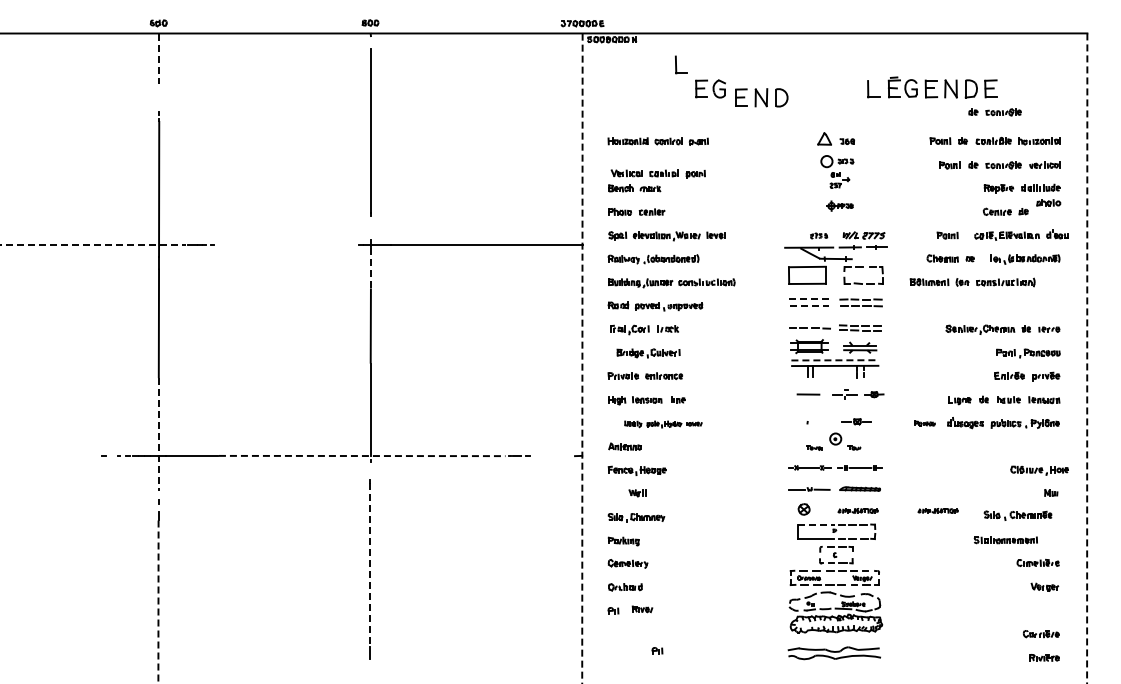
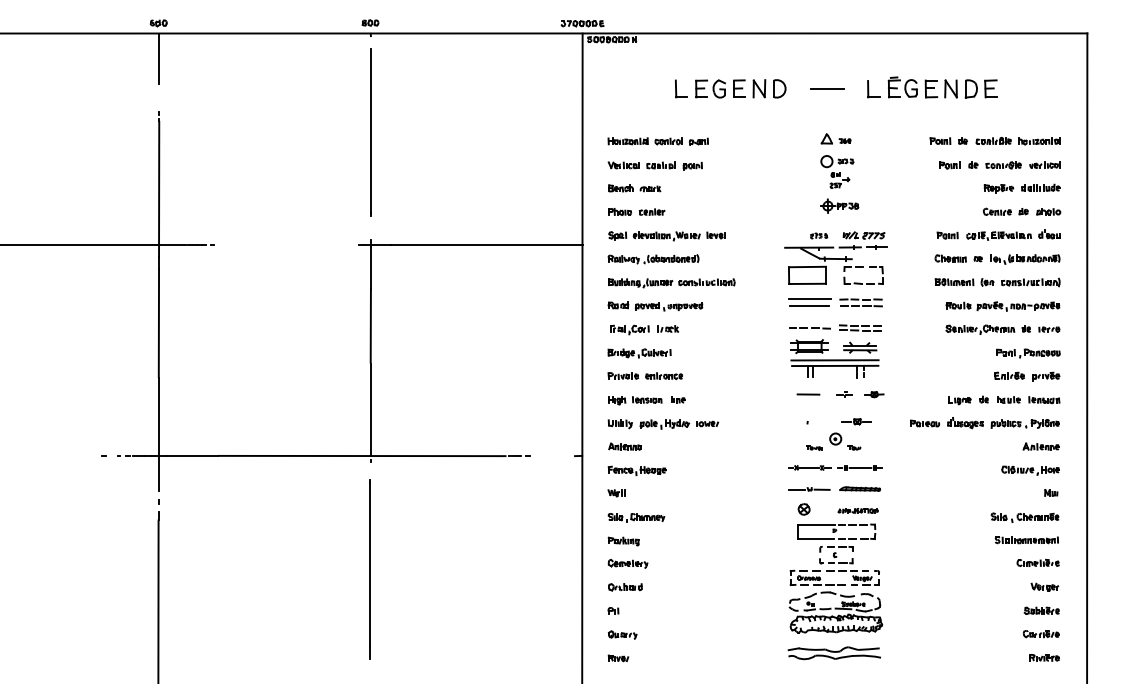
line at (159, 59): dashed -> solid
part at (681, 64) position: (681, 64) -> (681, 88)
line at (826, 88): none -> present
part at (761, 97) position: (761, 97) -> (759, 88)
part at (994, 112): present -> none
part at (835, 138) size: 38x14 px -> 32x12 px
part at (657, 173) position: (657, 173) -> (654, 165)
part at (1048, 202) position: (1048, 202) -> (1048, 211)
part at (839, 205) size: 28x12 px -> 40x16 px
part at (1021, 234) position: (1021, 234) -> (1013, 234)
line at (93, 244): dashed -> solid
part at (950, 258) position: (950, 258) -> (958, 258)
line at (370, 268): dashed -> solid
part at (972, 282) position: (972, 282) -> (997, 282)
line at (810, 299): dashed -> solid
line at (809, 306): dashed -> solid
part at (1002, 306): none -> present
part at (648, 353) position: (648, 353) -> (639, 353)
line at (582, 358): dashed -> solid
line at (1087, 358): dashed -> solid
line at (834, 360): dashed -> solid
part at (844, 394) size: 26x11 px -> 17x7 px
part at (924, 423) size: 22x7 px -> 30x9 px
part at (663, 424) size: 79x9 px -> 113x11 px
line at (158, 434): dashed -> solid
part at (1040, 446): none -> present
line at (362, 456): dashed -> solid
part at (1039, 470) position: (1039, 470) -> (1030, 470)
part at (637, 493) position: (637, 493) -> (616, 493)
part at (937, 510): present -> none
part at (1017, 515) position: (1017, 515) -> (1024, 517)
line at (817, 524): dashed -> solid
part at (1005, 540) position: (1005, 540) -> (1026, 540)
line at (370, 565): dashed -> solid
line at (158, 602): dashed -> solid
part at (642, 609) position: (642, 609) -> (618, 658)
part at (1041, 610): none -> present
part at (622, 634): none -> present
part at (657, 650): present -> none
